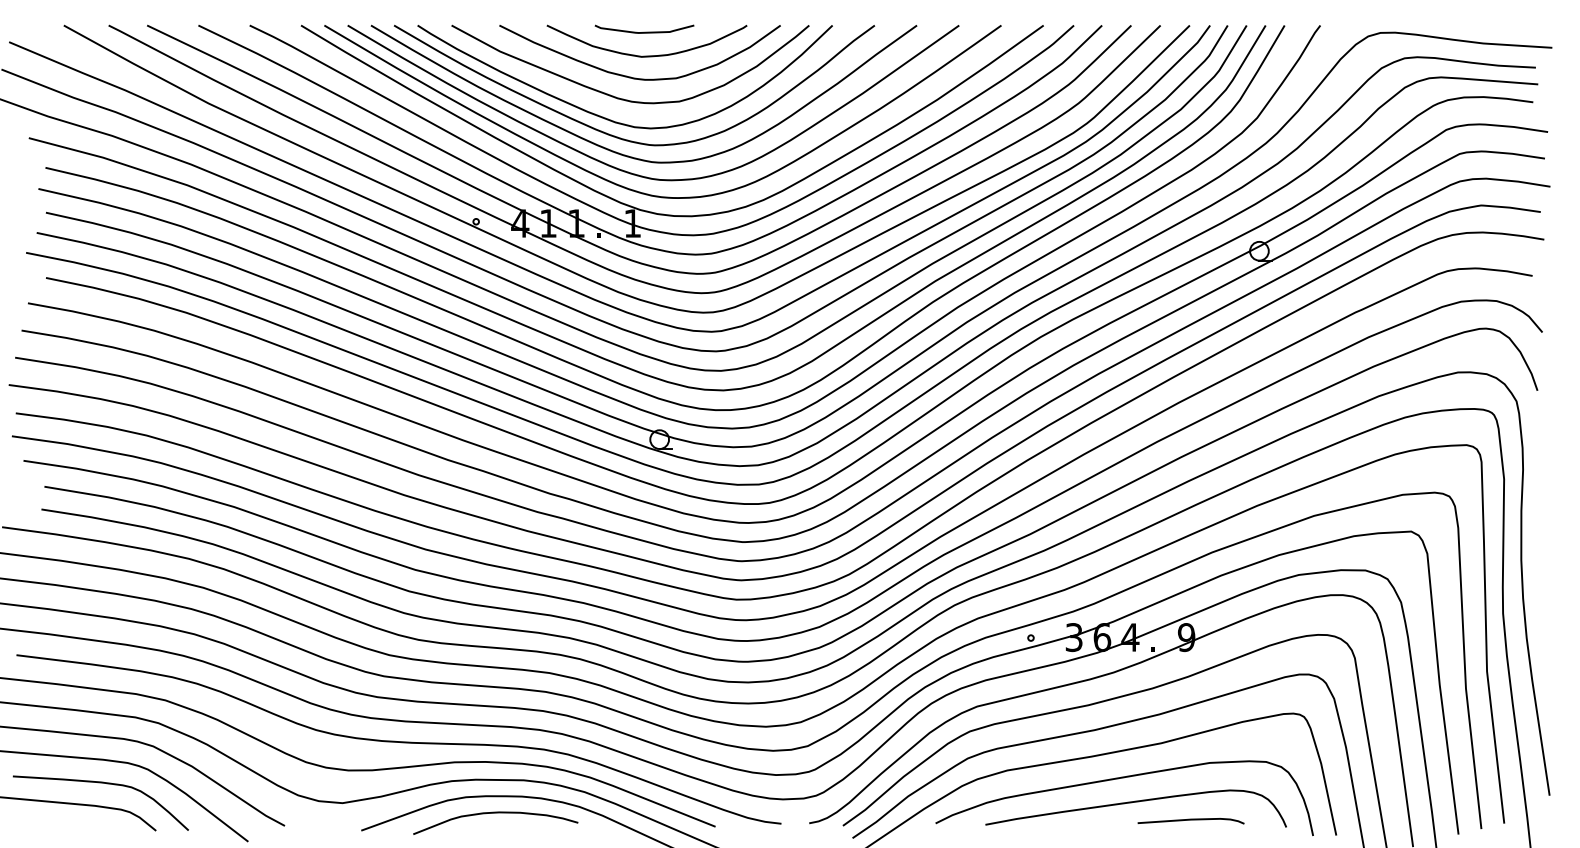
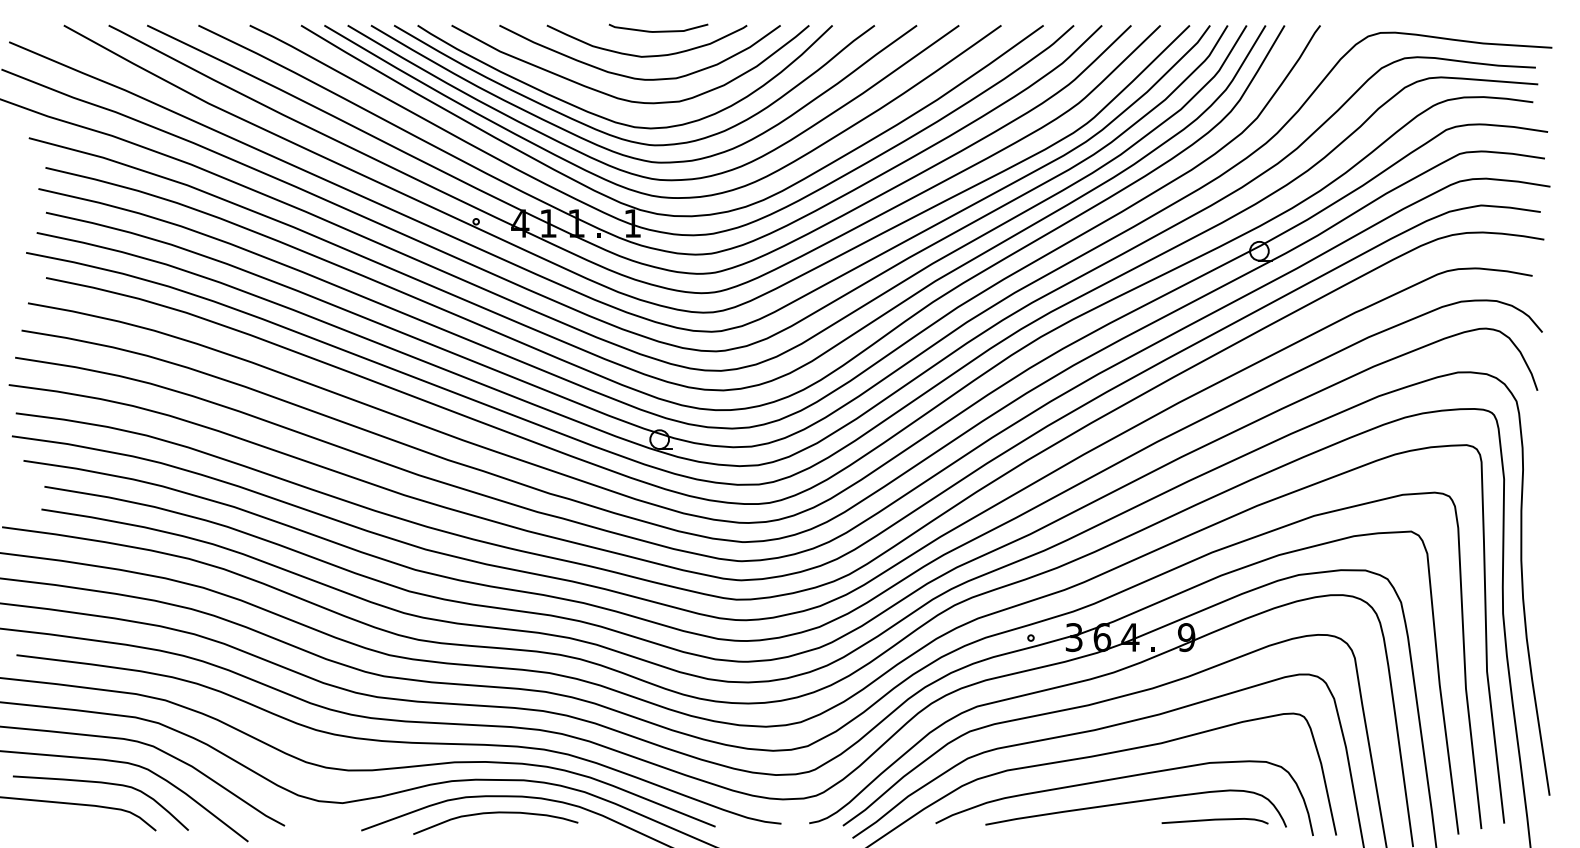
curve at (644, 31) position: (644, 31) -> (658, 30)
curve at (1190, 820) position: (1190, 820) -> (1214, 820)
